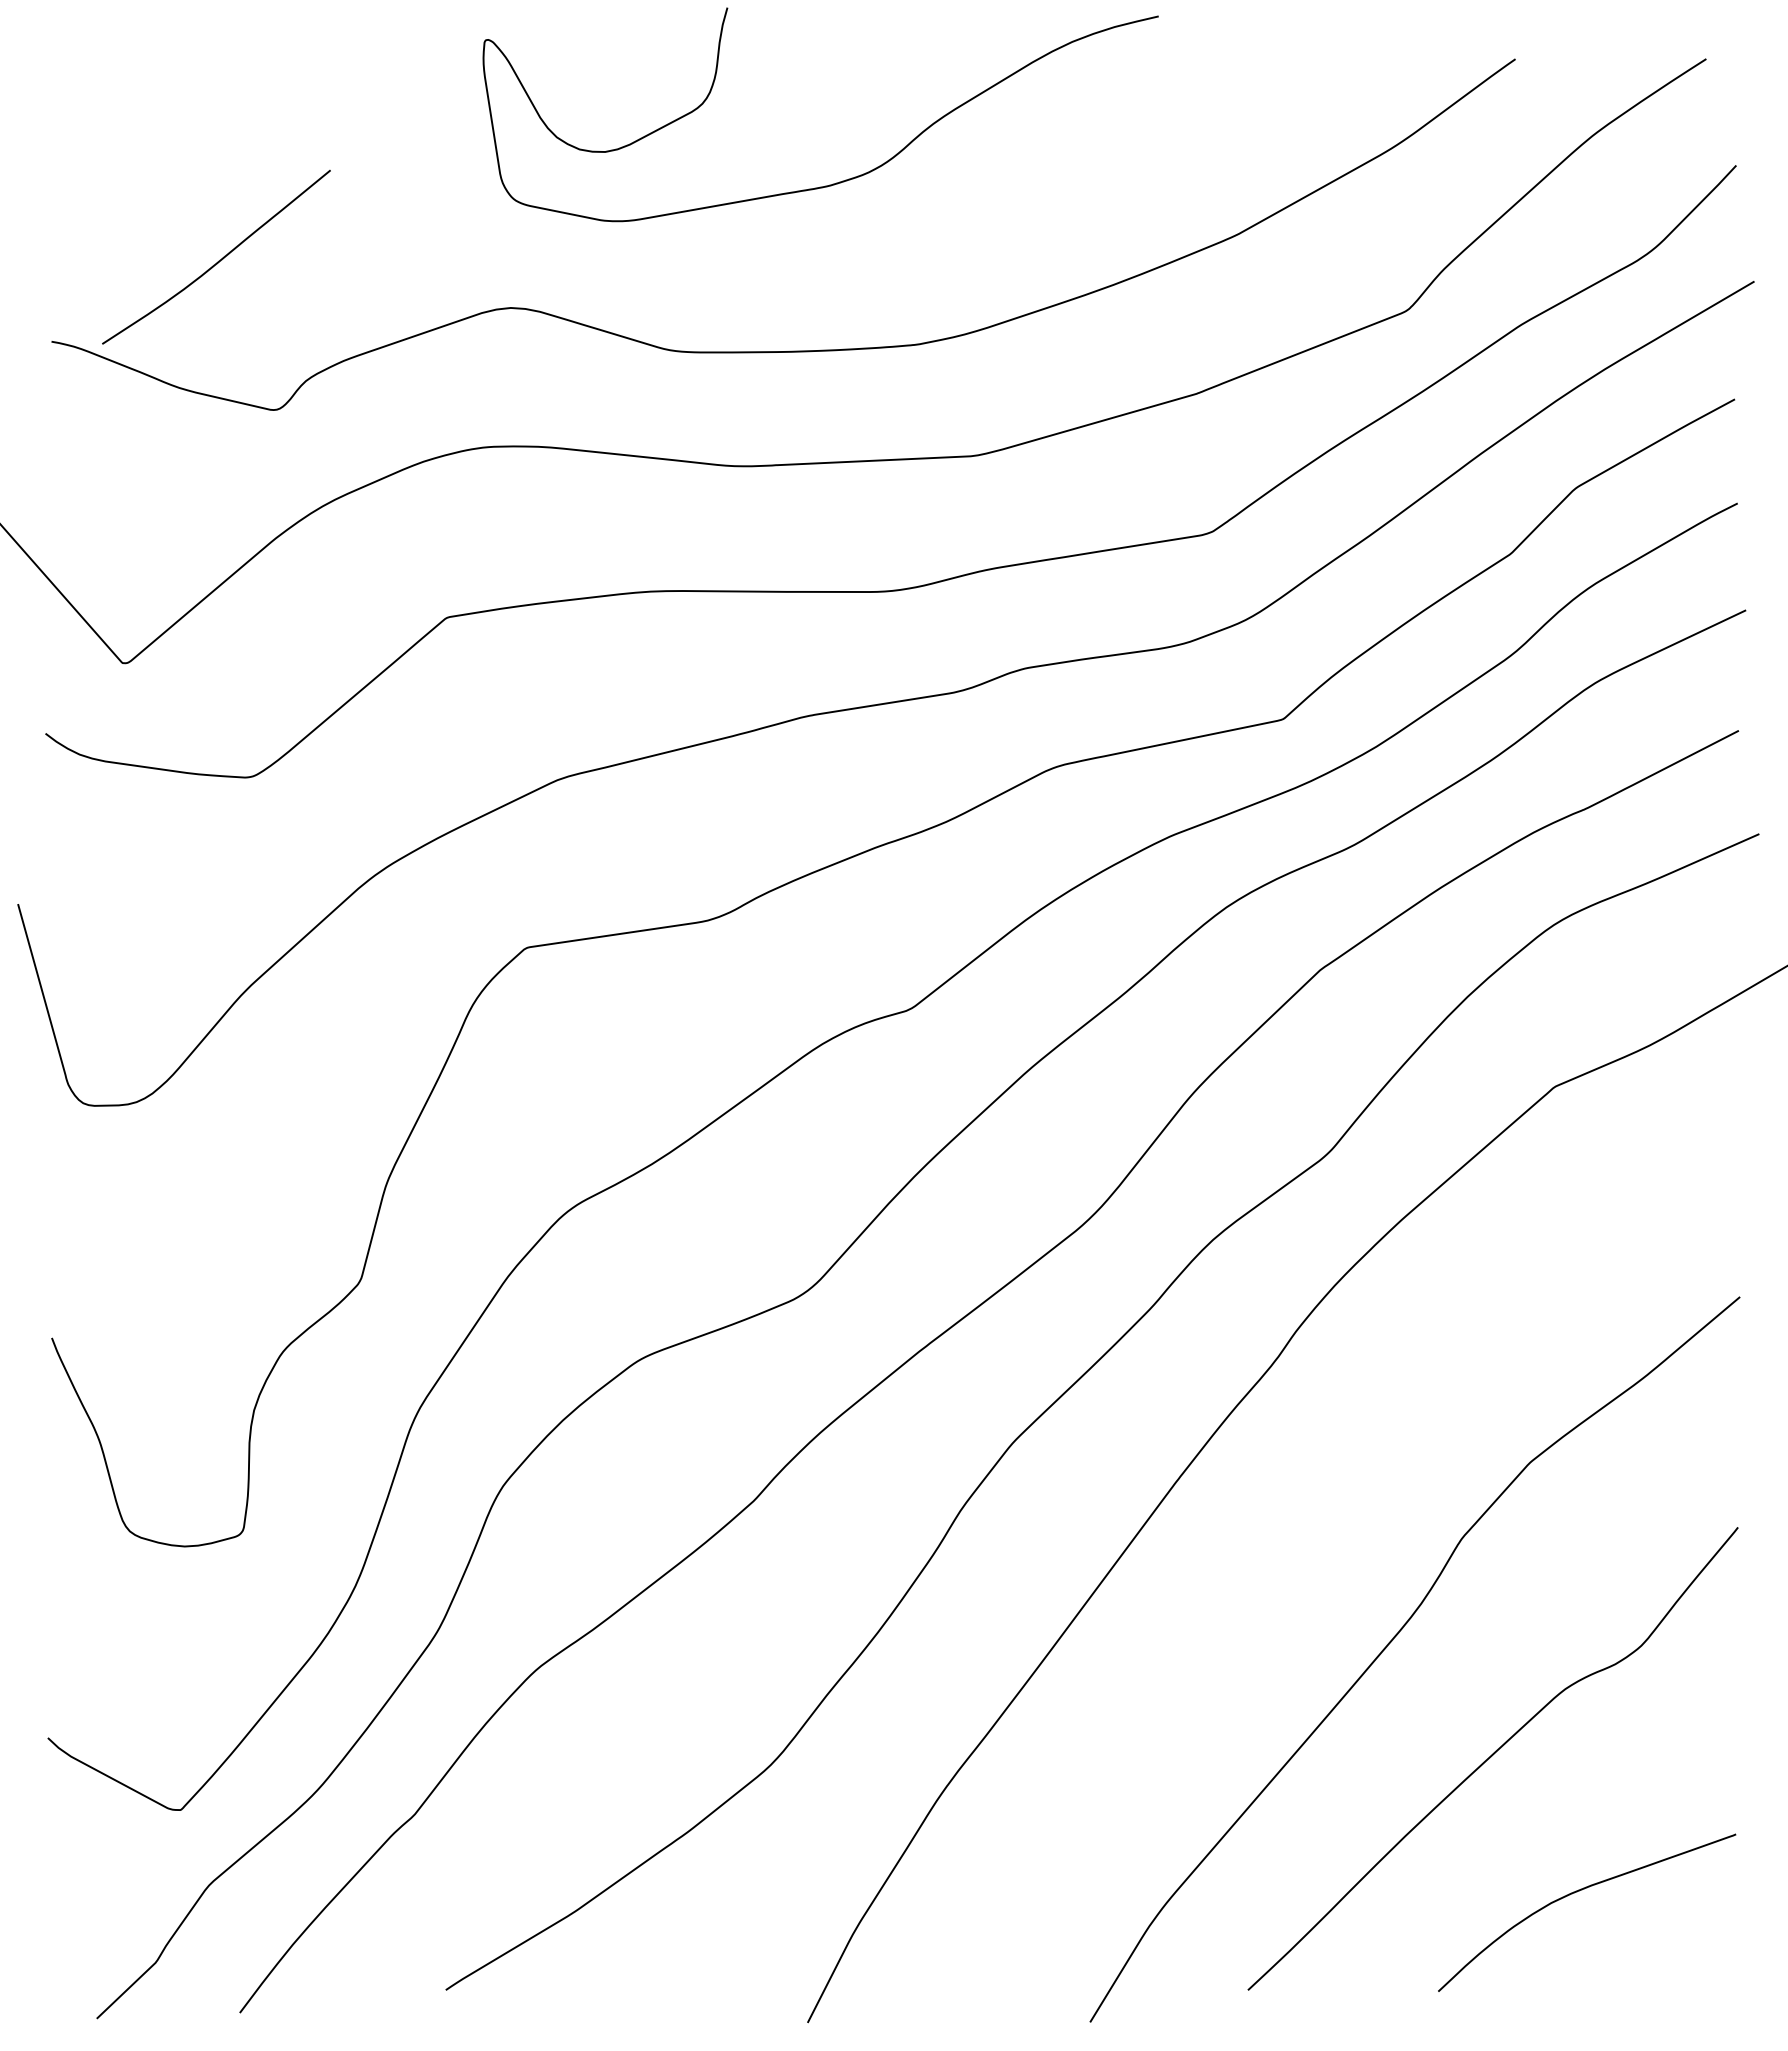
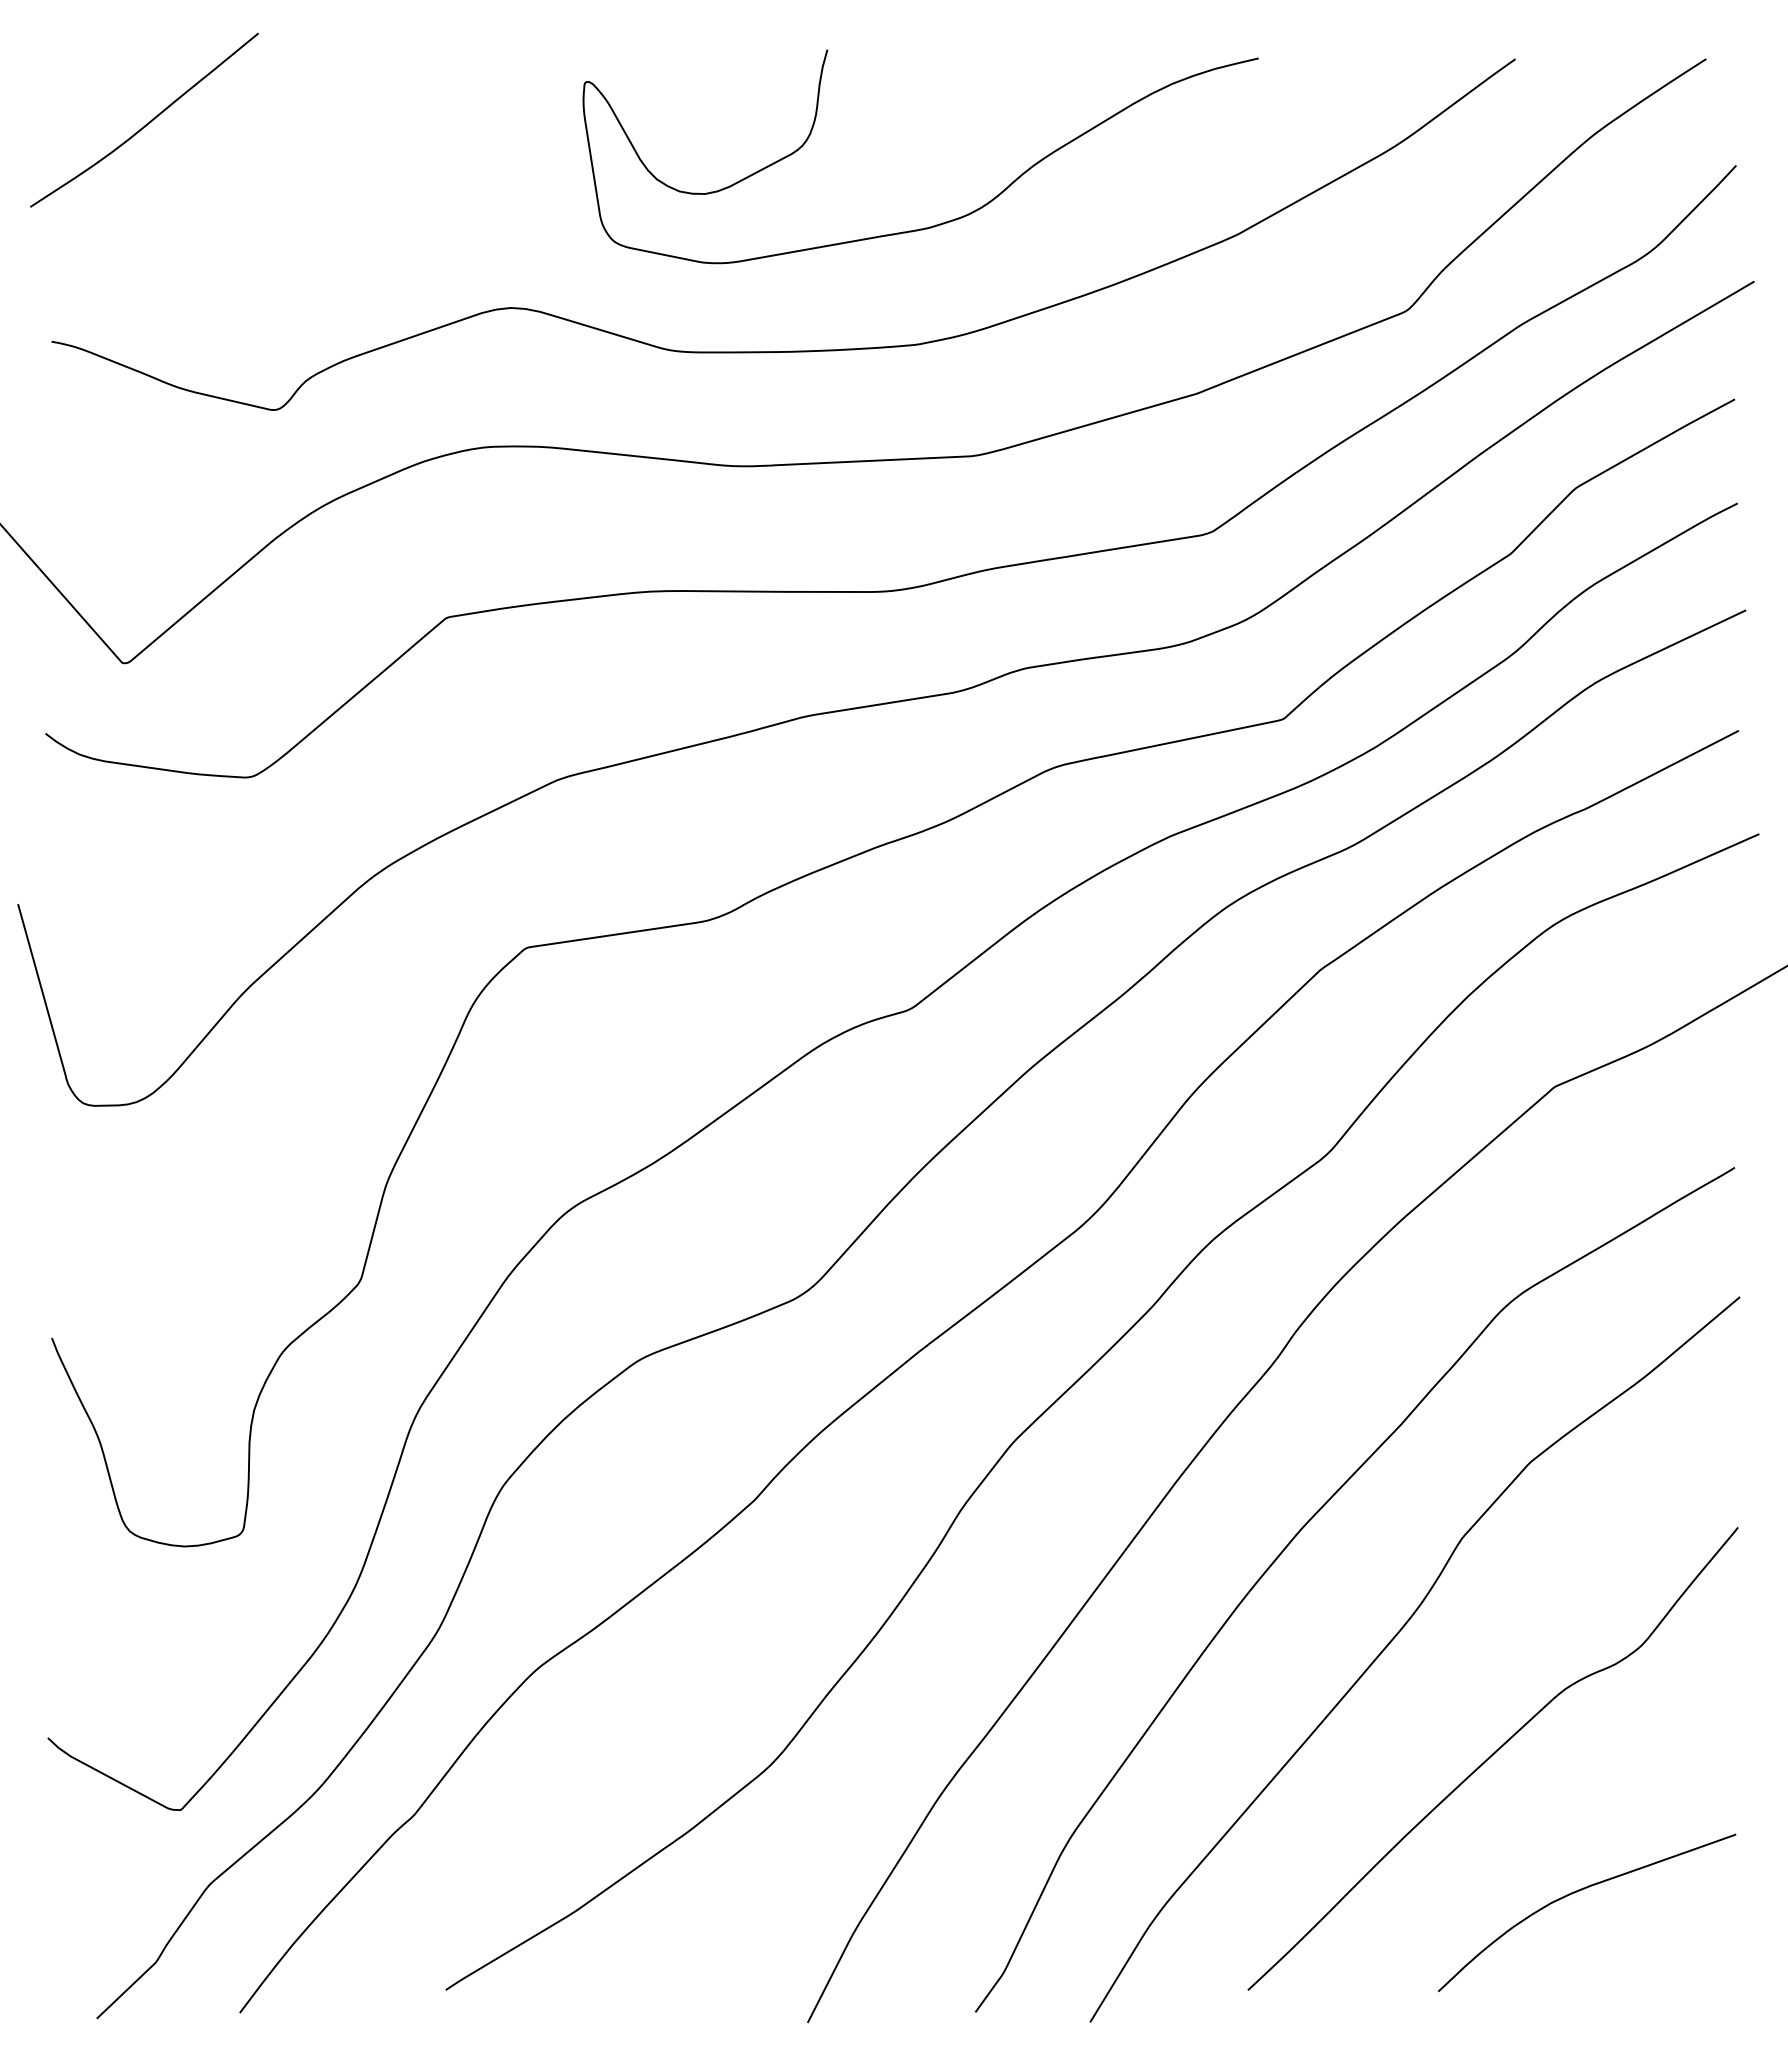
curve at (842, 180) position: (842, 180) -> (942, 222)
curve at (218, 260) position: (218, 260) -> (146, 123)
curve at (1292, 1541): none -> present
